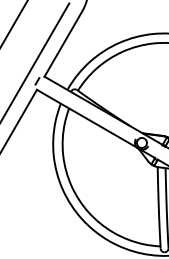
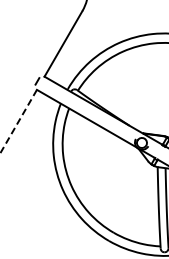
line at (14, 23): present -> none
line at (35, 61): present -> none
line at (18, 121): solid -> dashed
